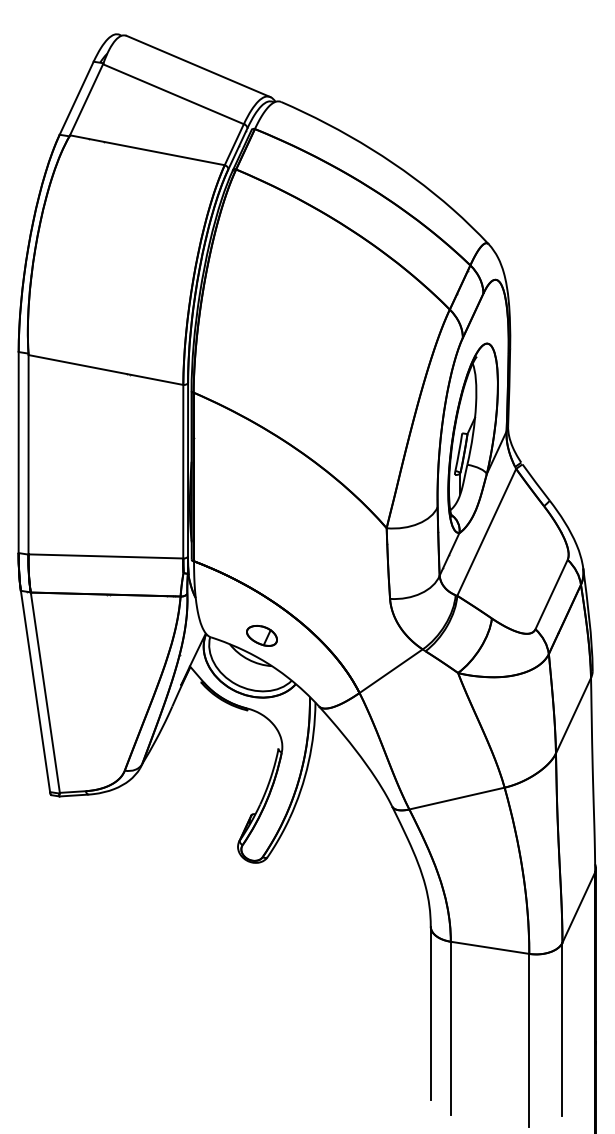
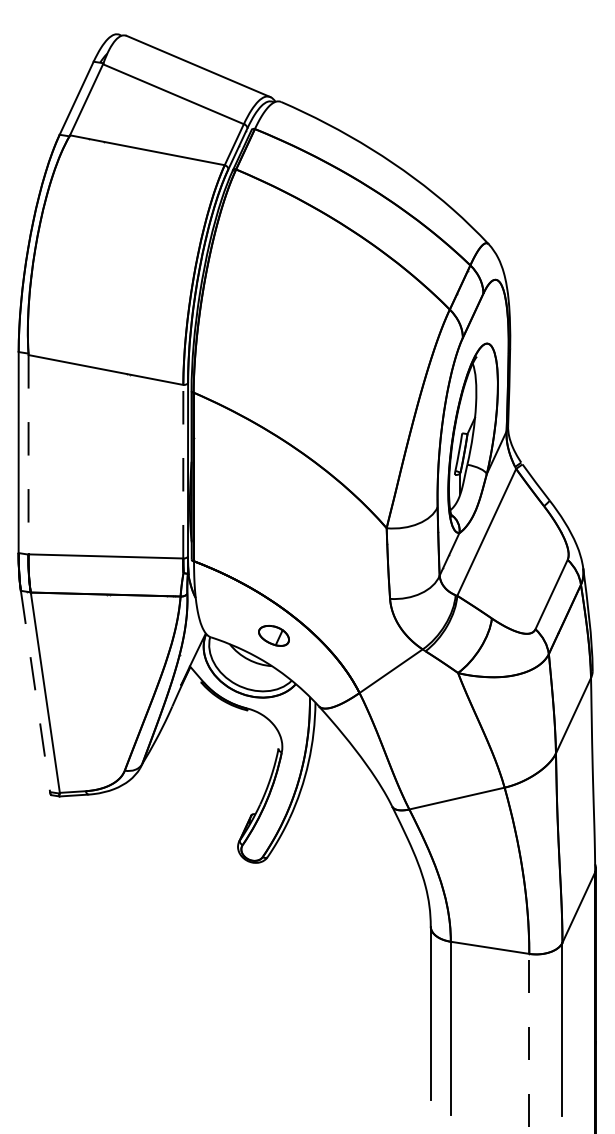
line at (28, 454): solid -> dashed
line at (183, 471): solid -> dashed
part at (261, 635) position: (261, 635) -> (273, 635)
line at (35, 691): solid -> dashed
line at (529, 1040): solid -> dashed
